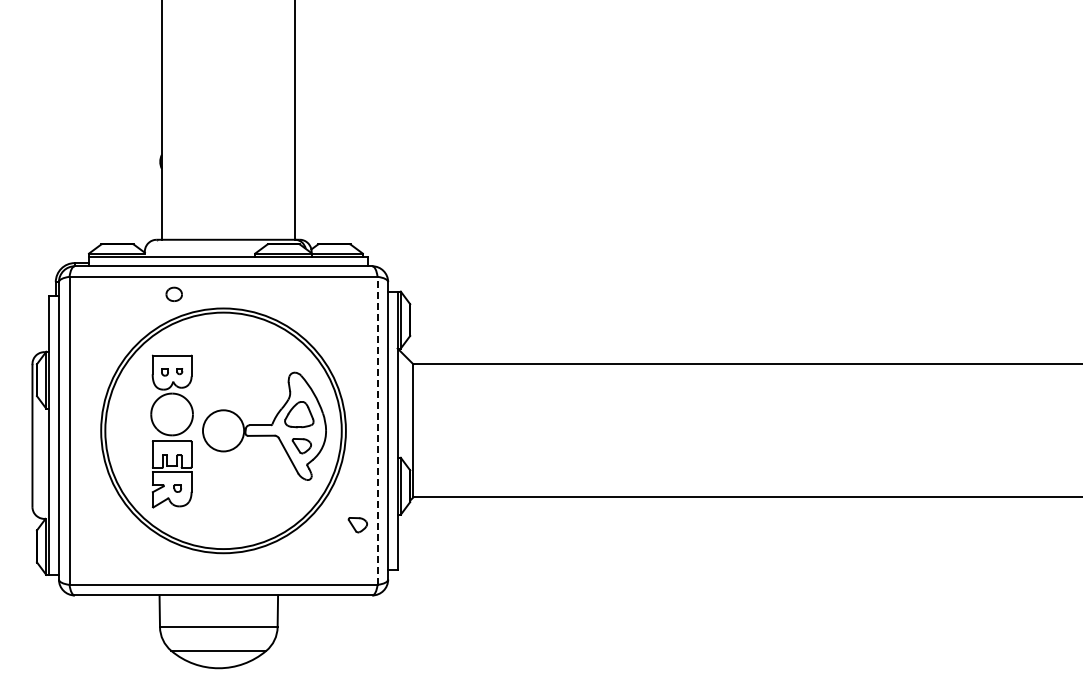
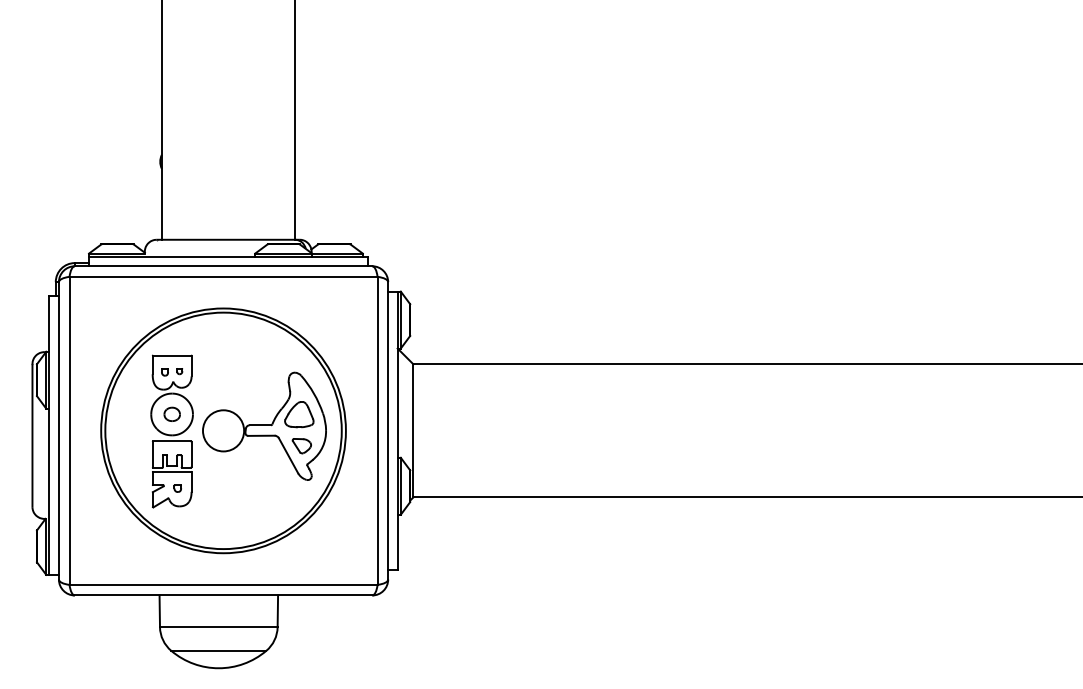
part at (173, 293) position: (173, 293) -> (171, 413)
line at (377, 430): dashed -> solid
part at (357, 525): present -> none
